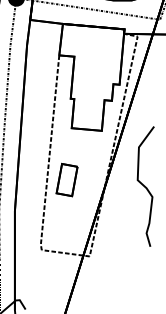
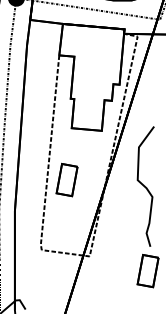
part at (147, 270): none -> present
